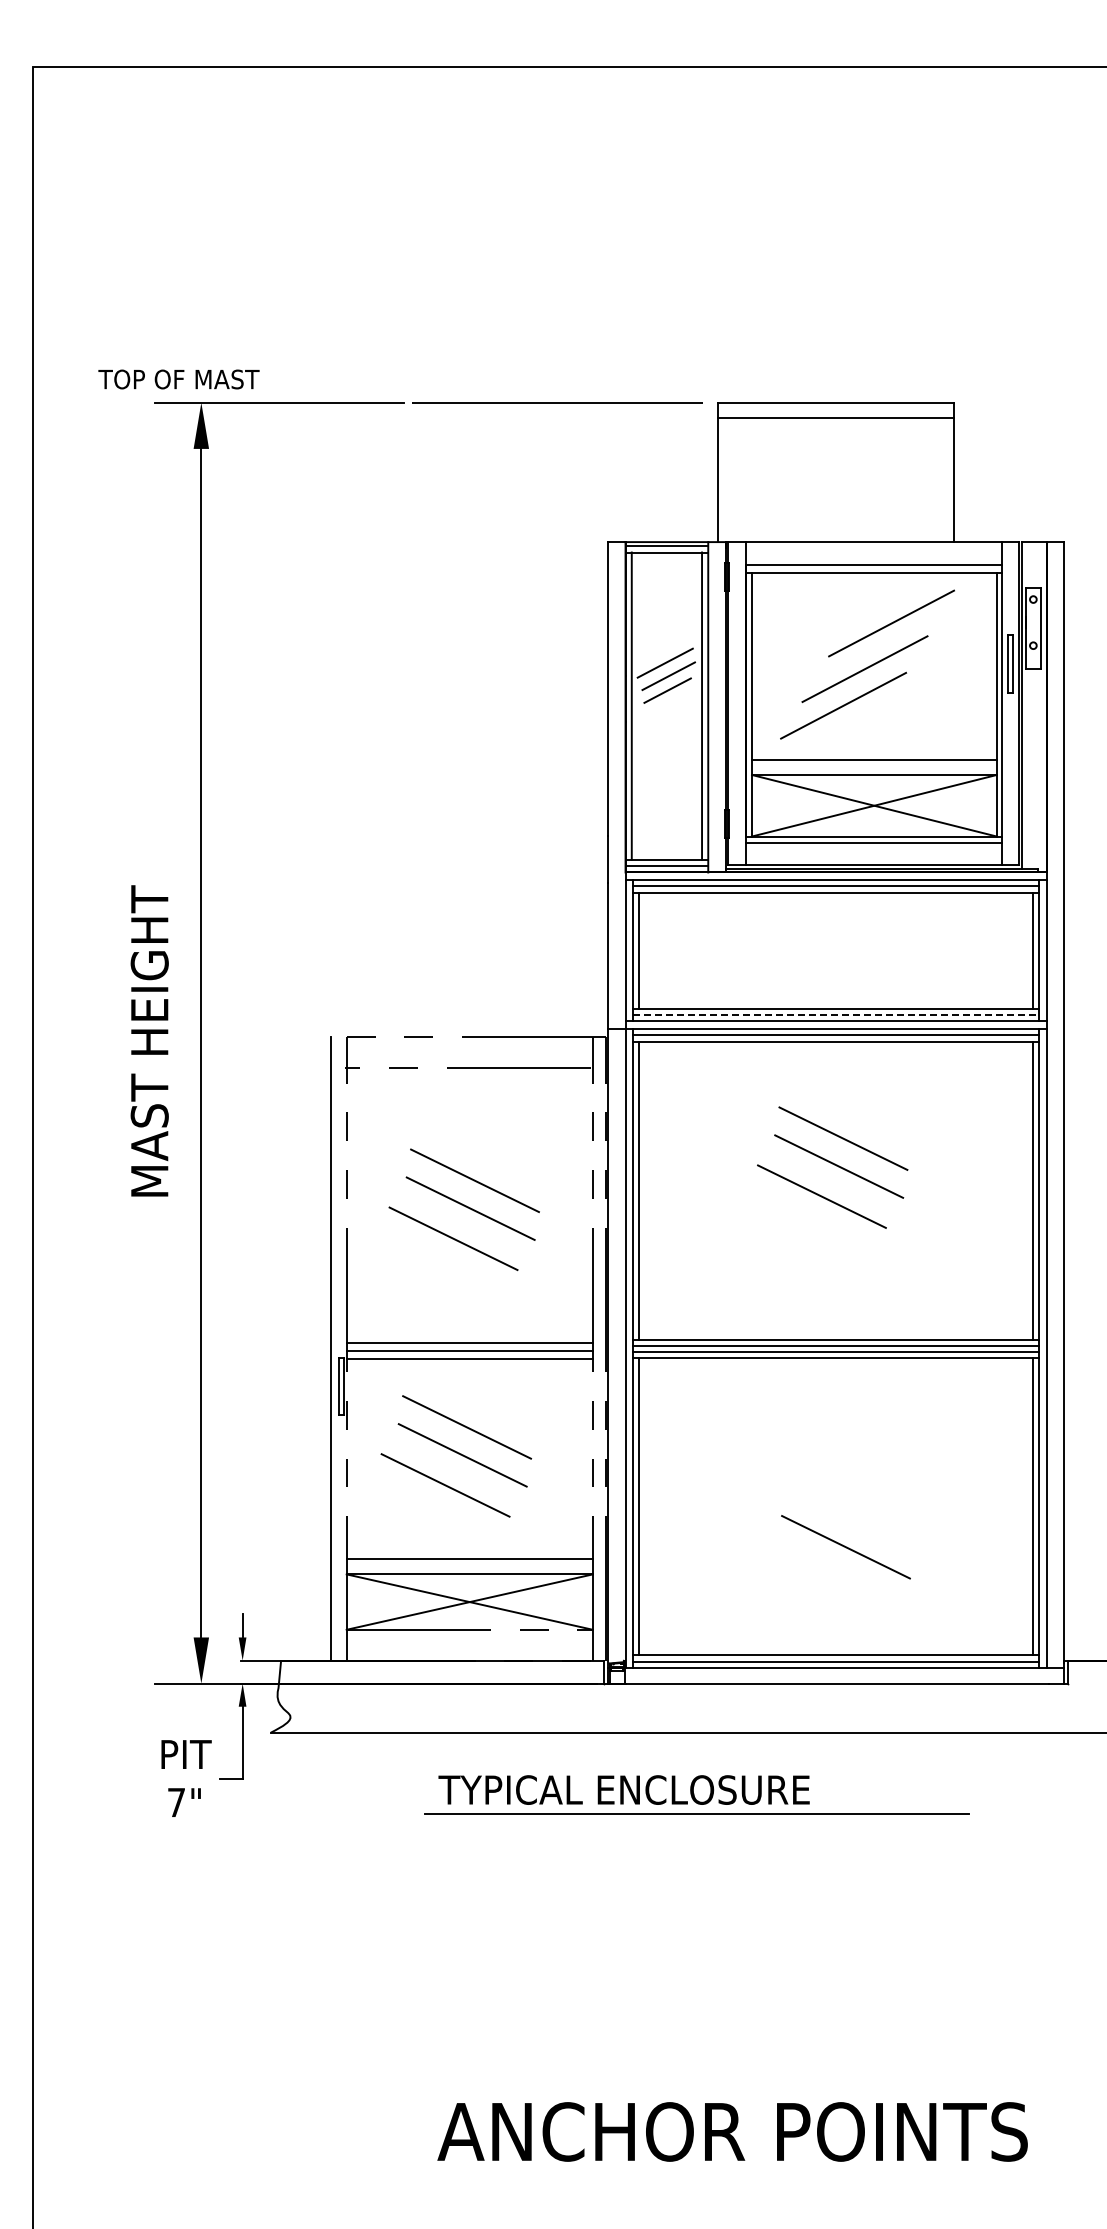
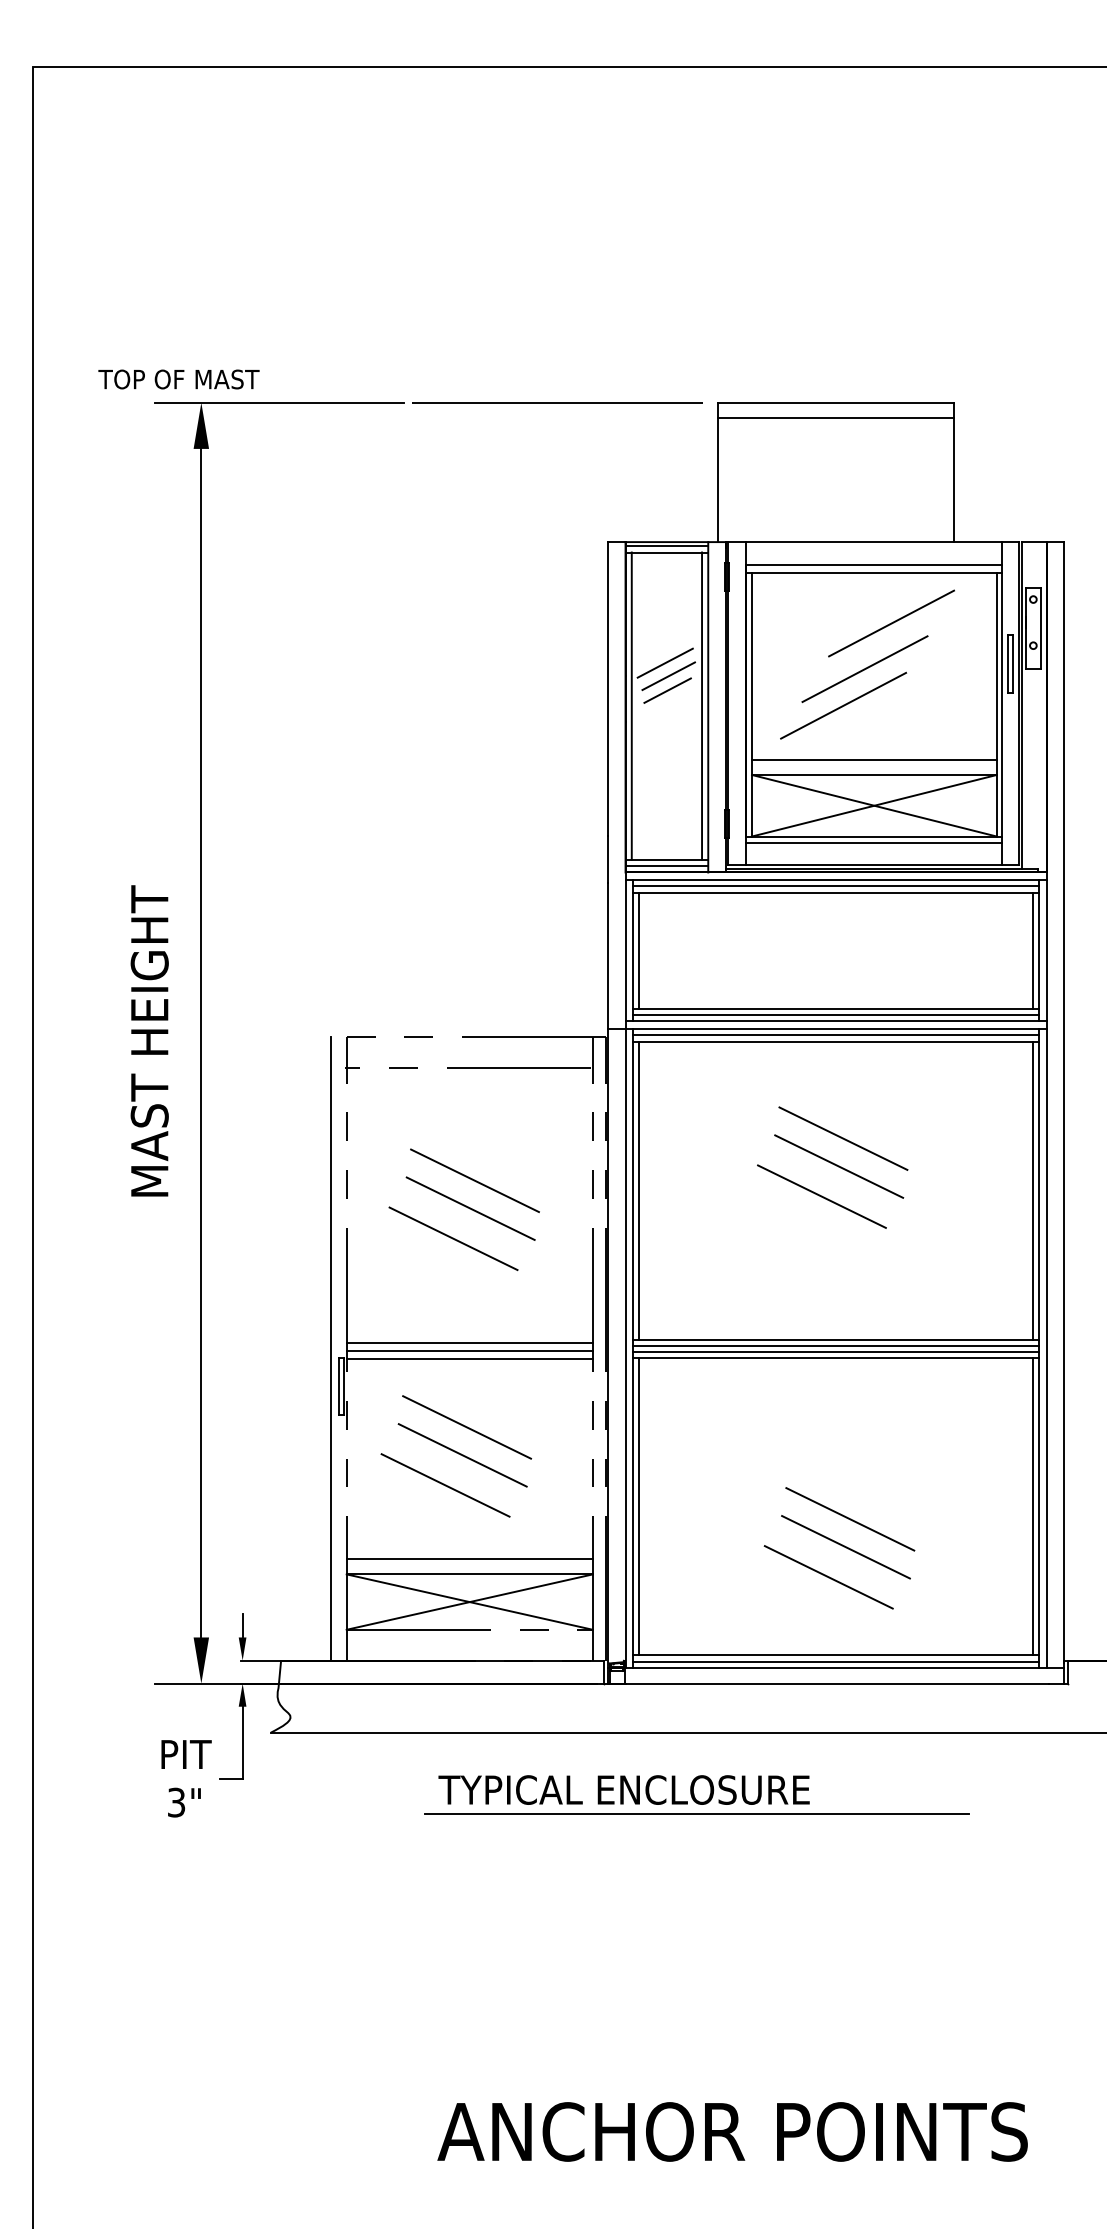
line at (836, 1015): dashed -> solid
line at (853, 1520): none -> present
line at (832, 1578): none -> present
text at (176, 1802): 7" -> 3"
